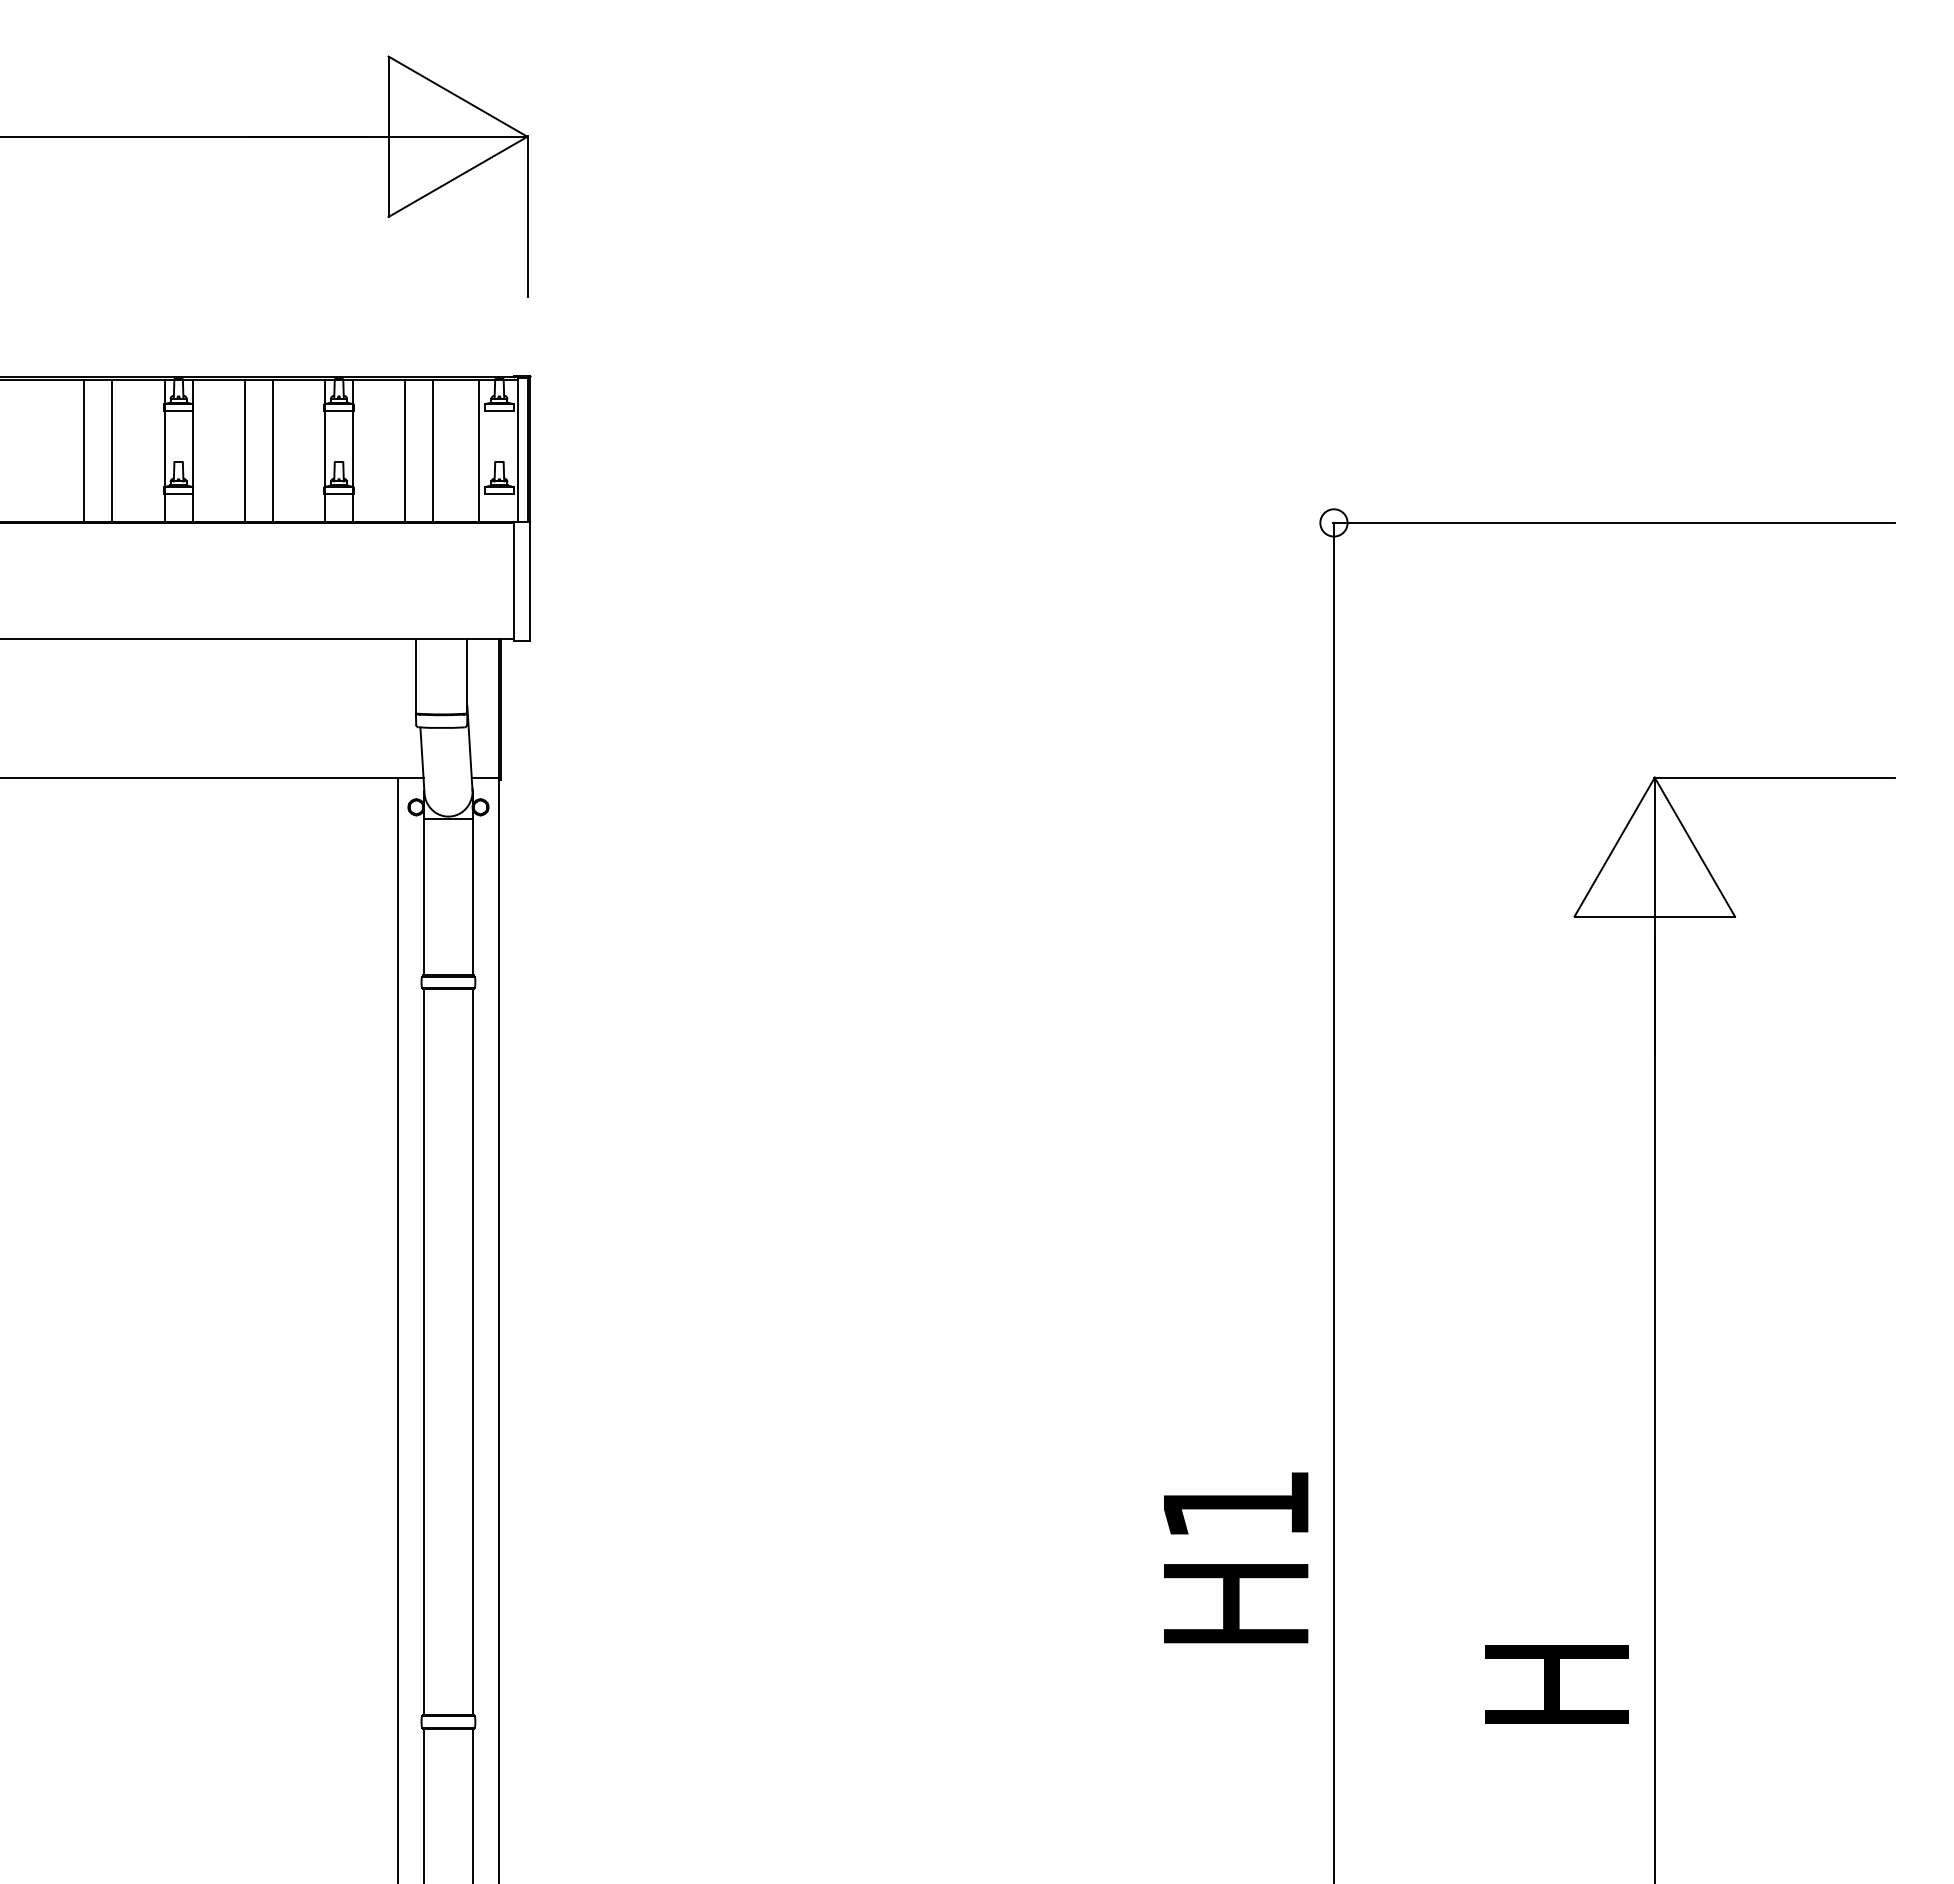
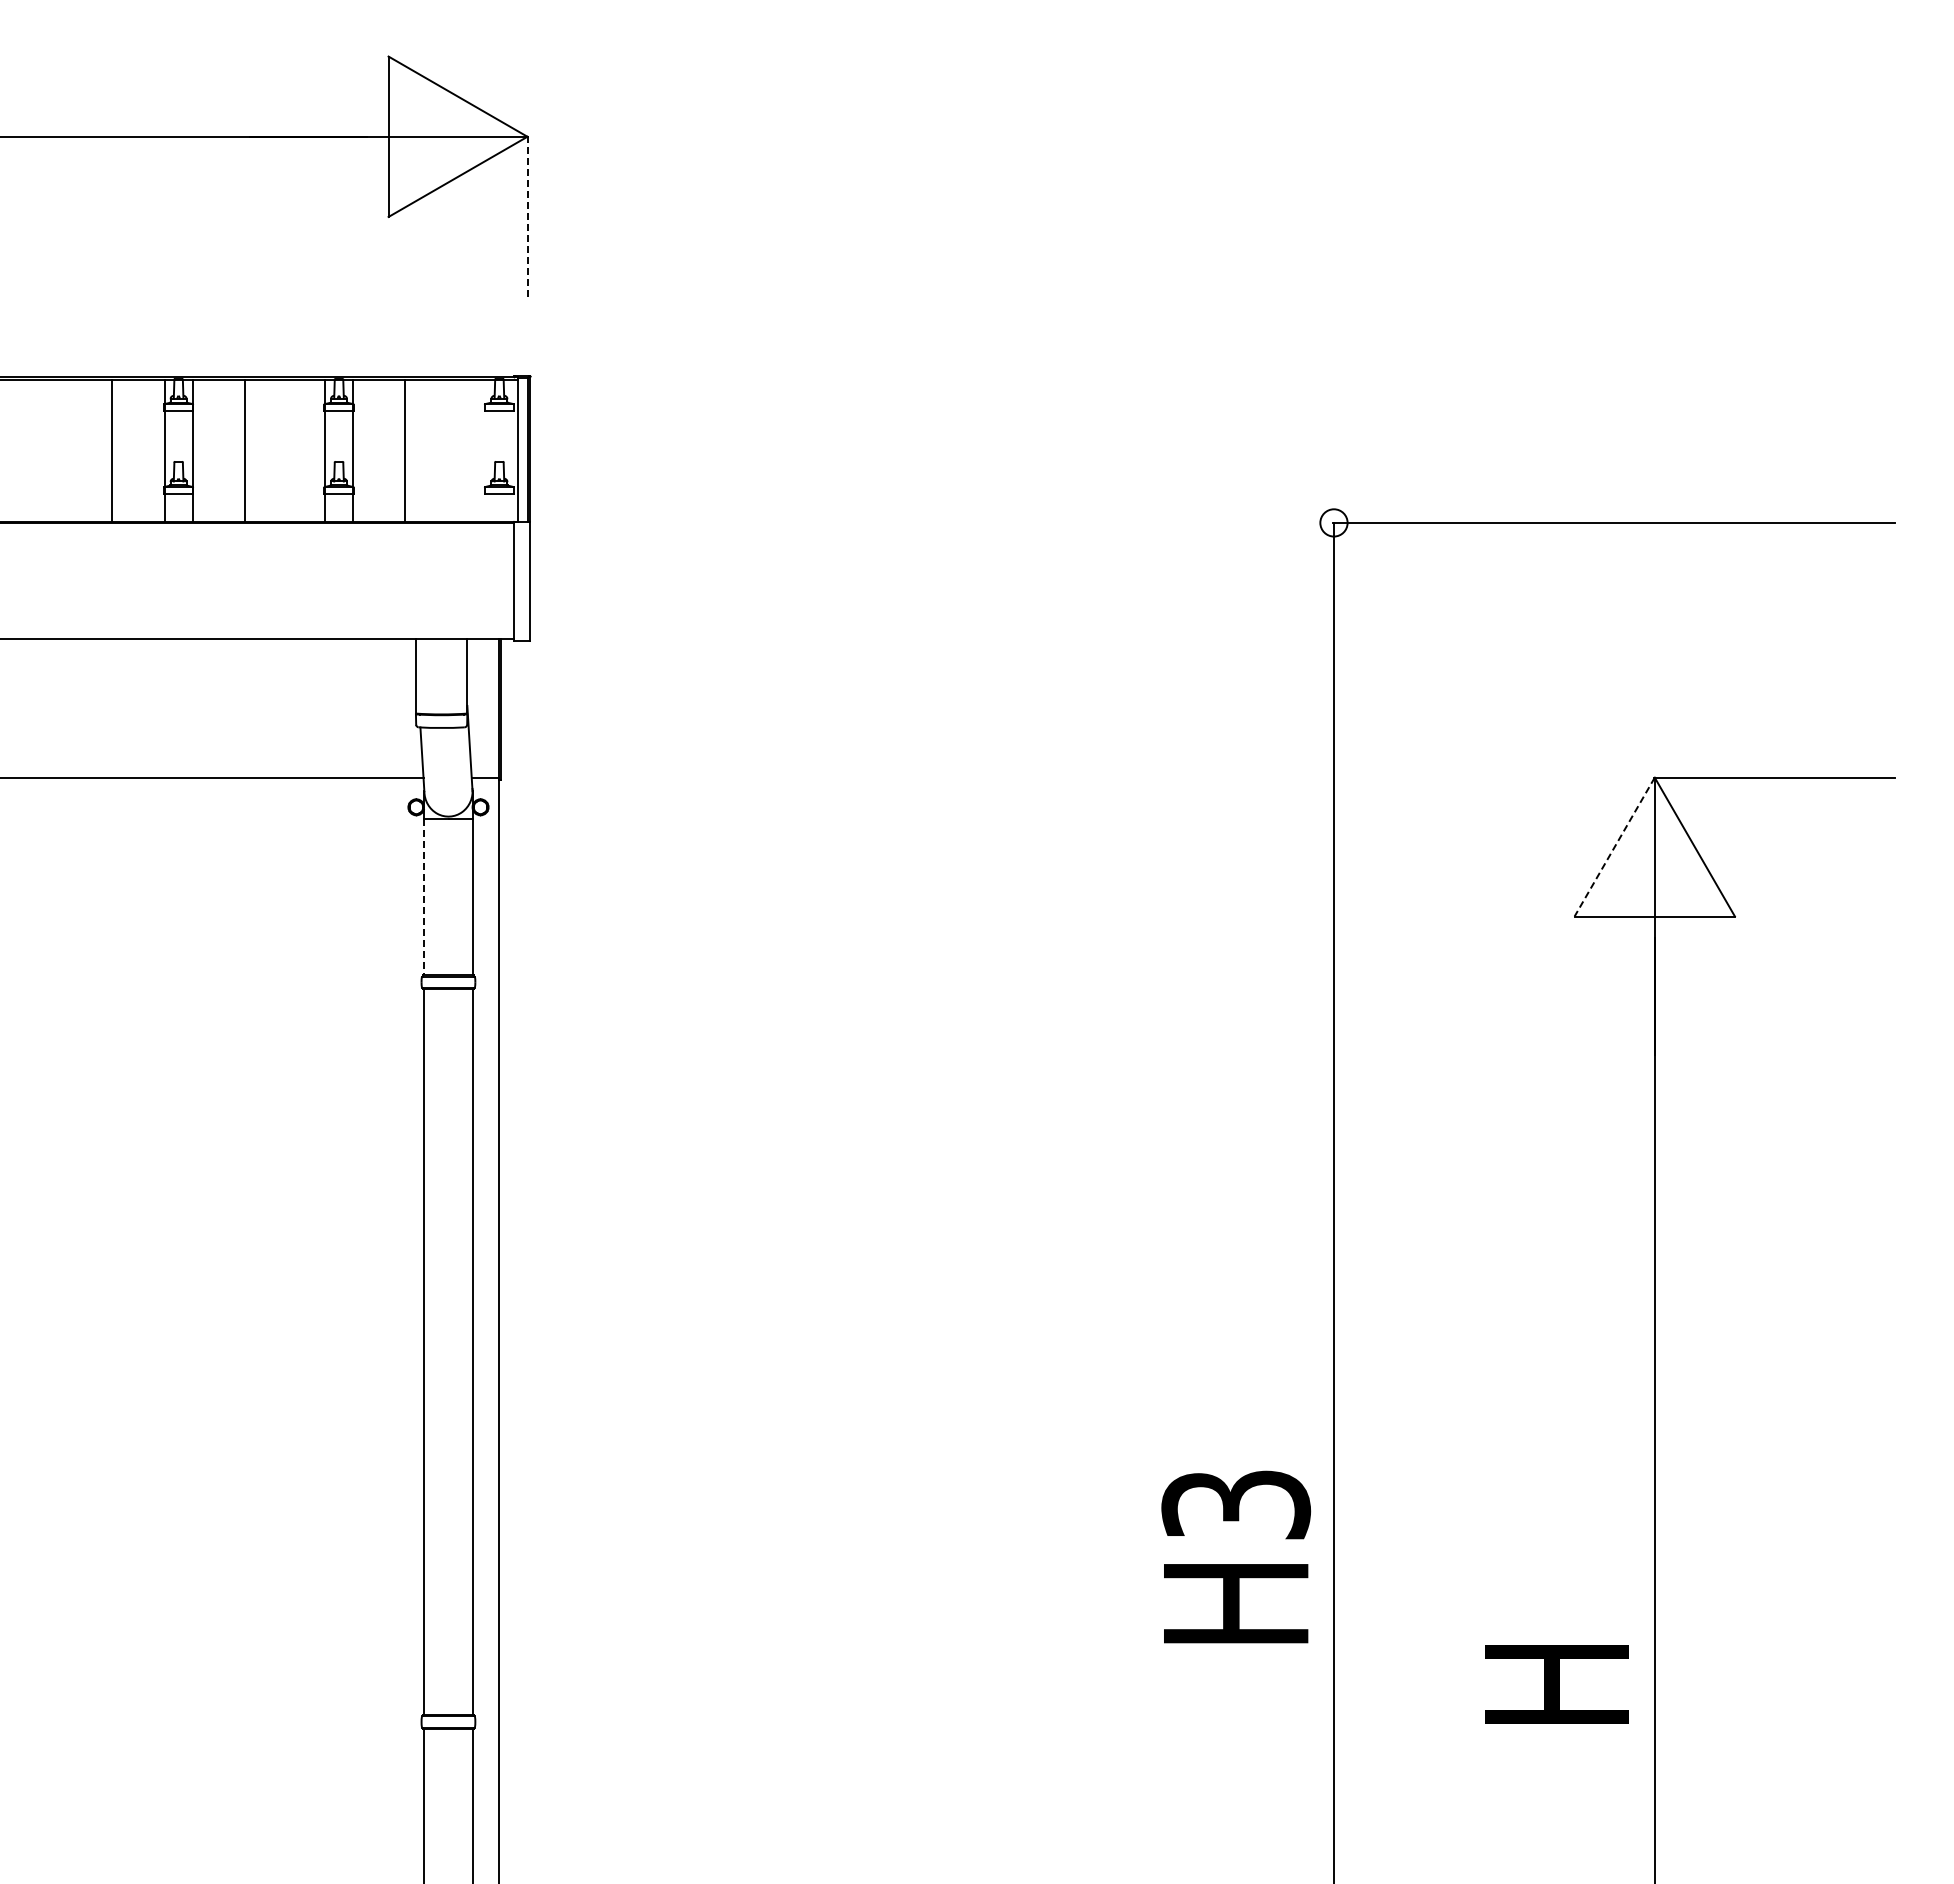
line at (527, 216): solid -> dashed
line at (84, 450): present -> none
line at (272, 450): present -> none
line at (433, 450): present -> none
line at (479, 450): present -> none
line at (1614, 847): solid -> dashed
line at (424, 897): solid -> dashed
line at (398, 1328): present -> none
text at (1236, 1504): H1 -> H3
